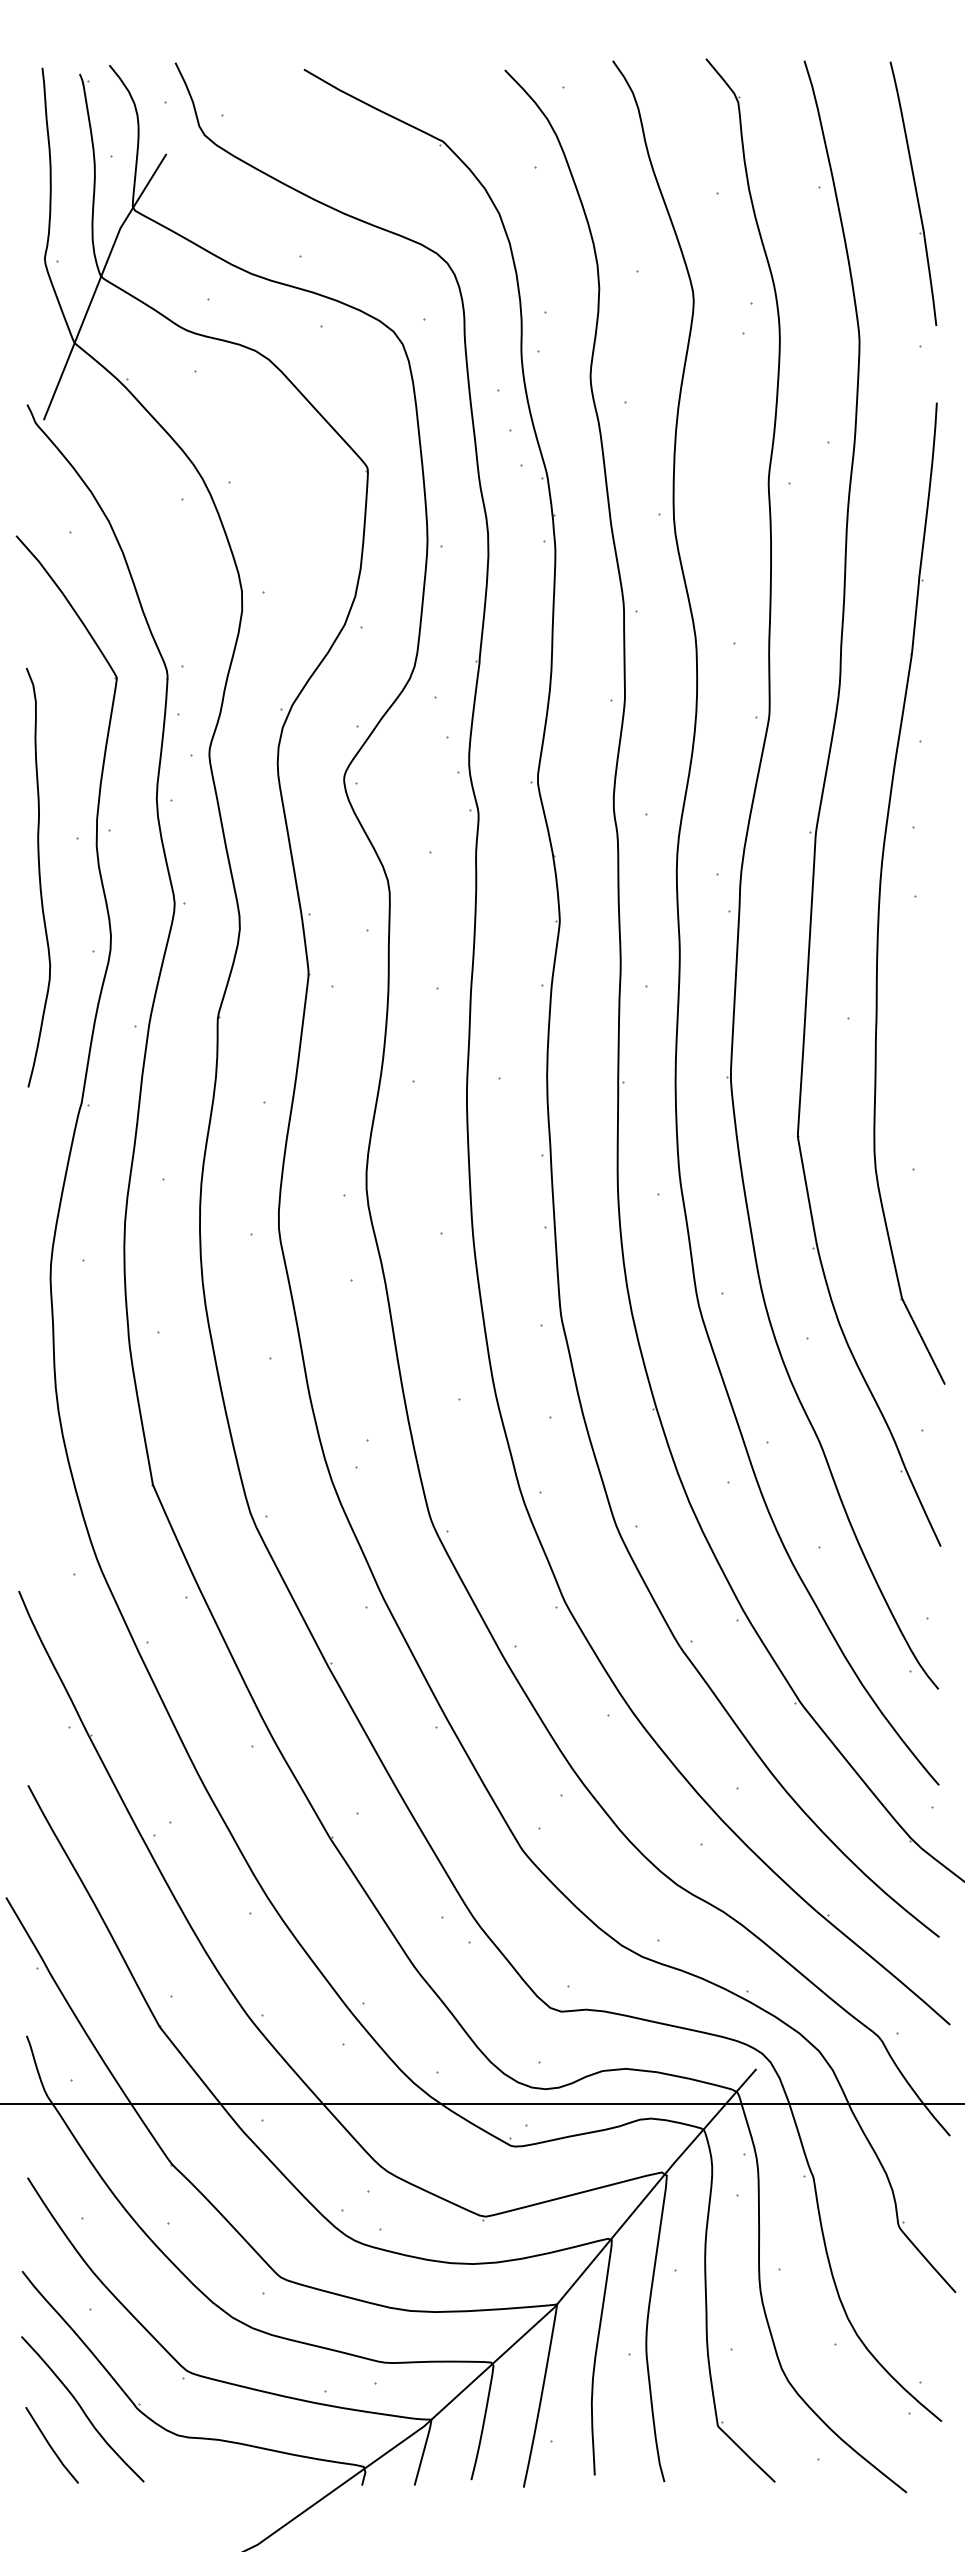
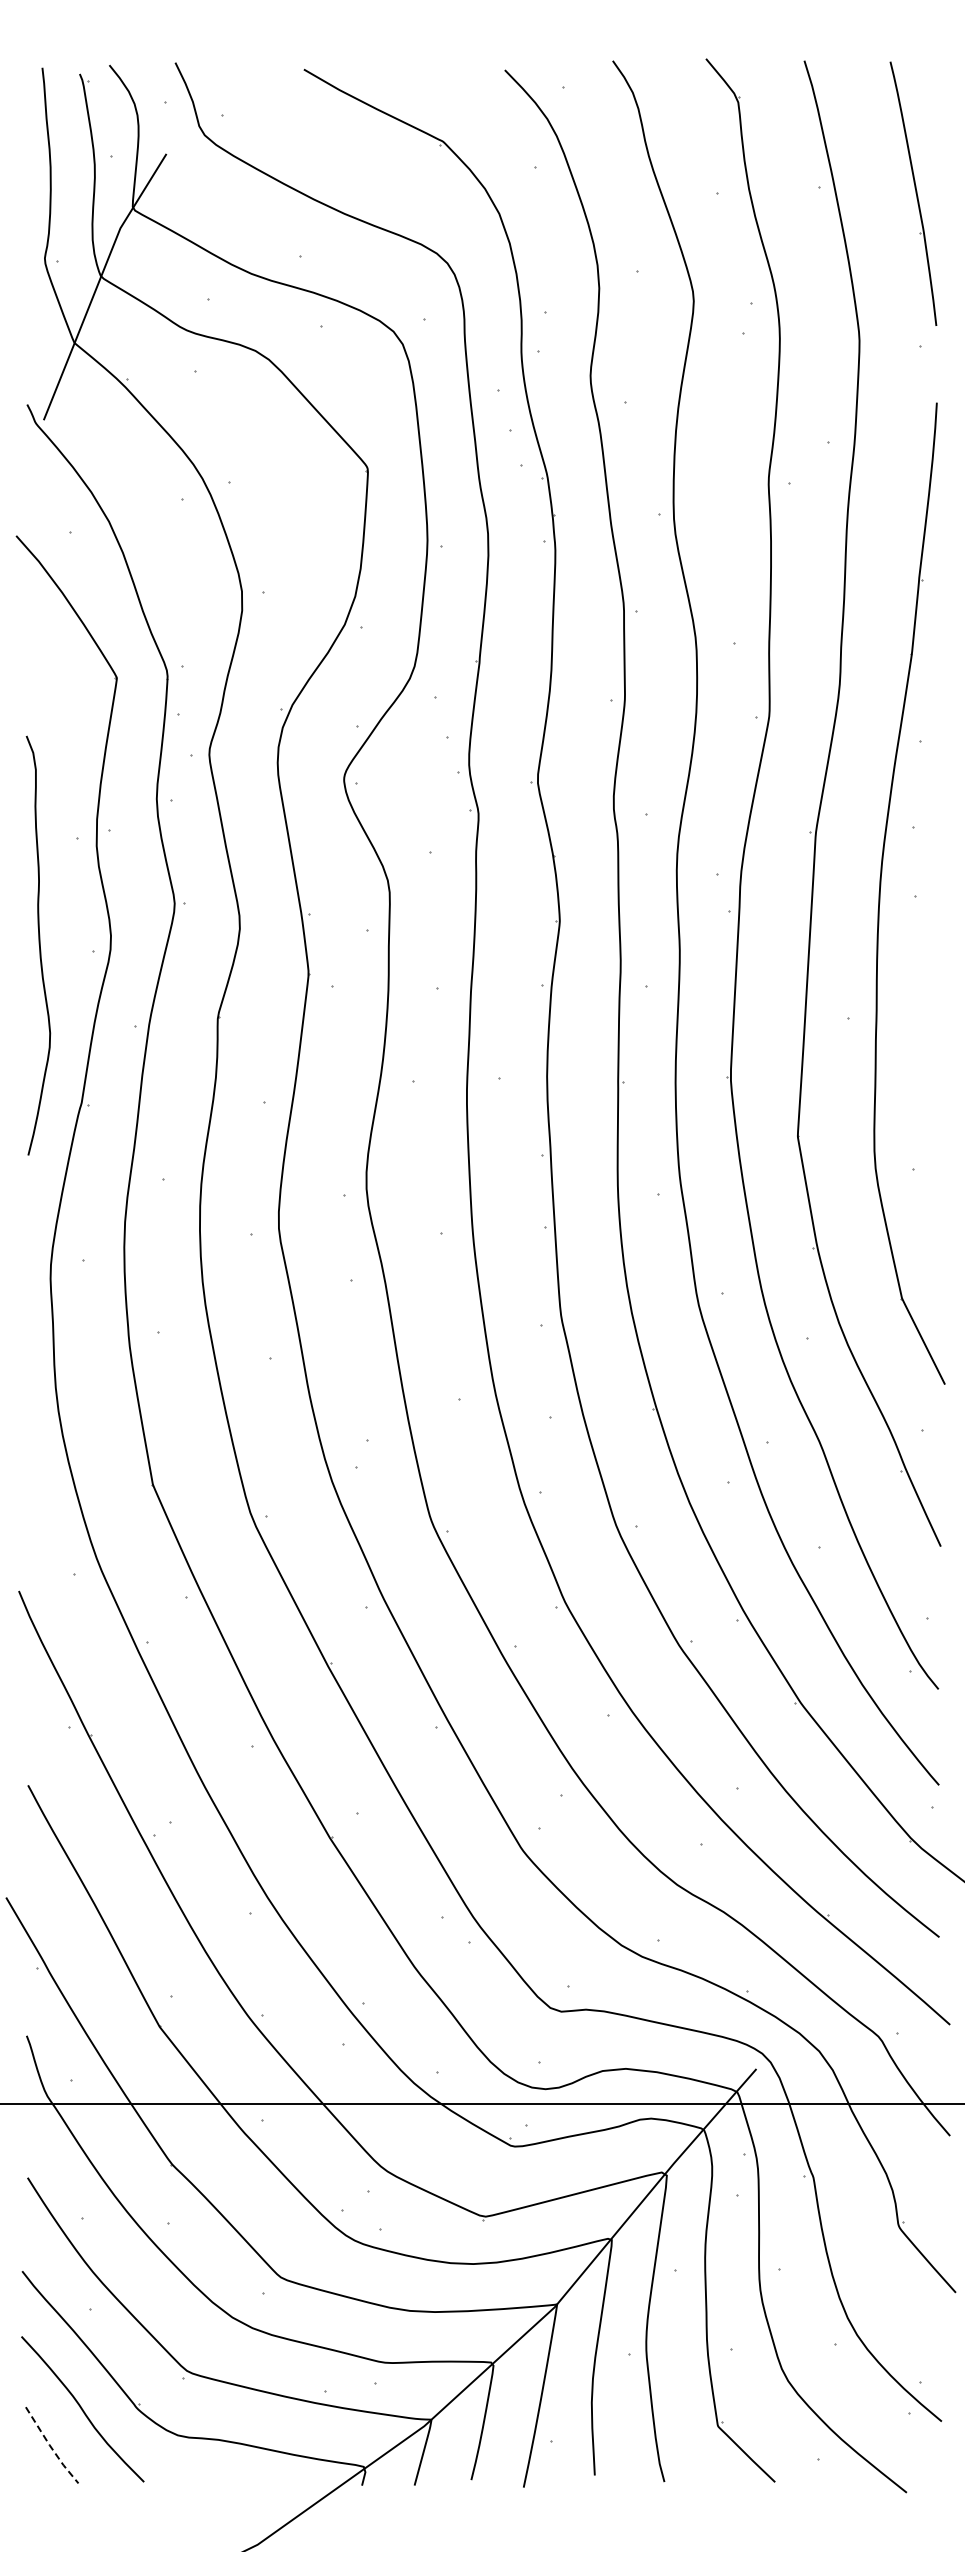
curve at (38, 876) position: (38, 876) -> (38, 944)
line at (50, 2446): solid -> dashed
